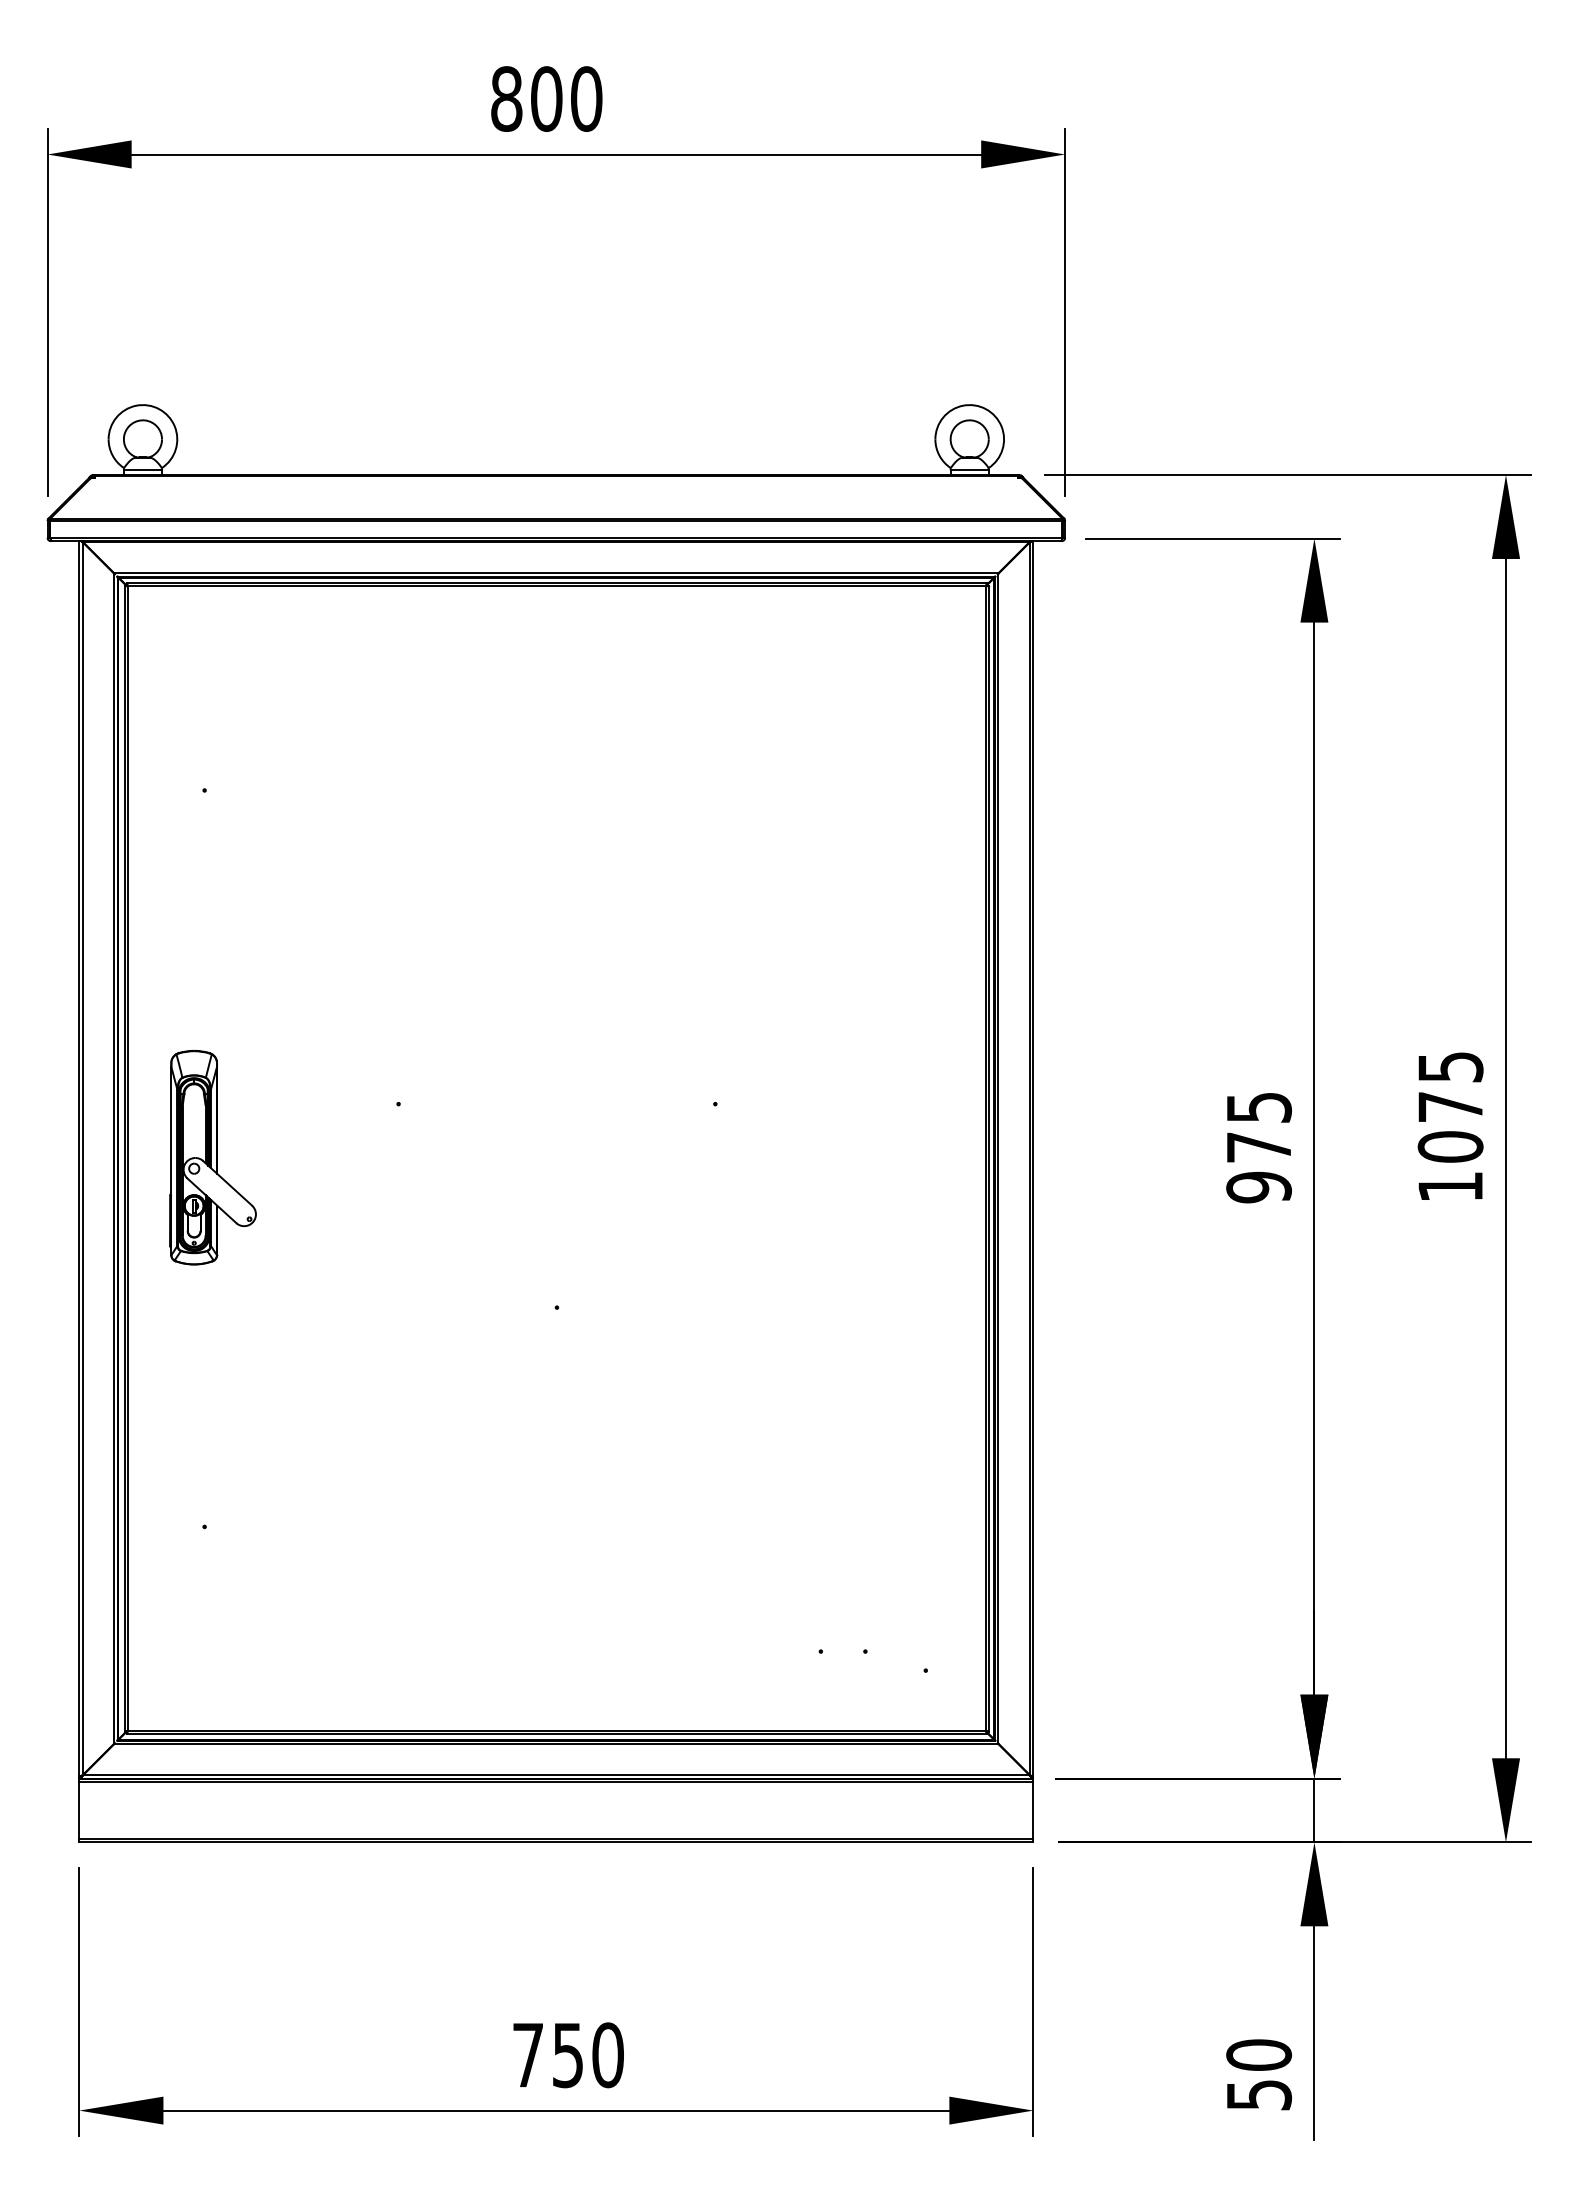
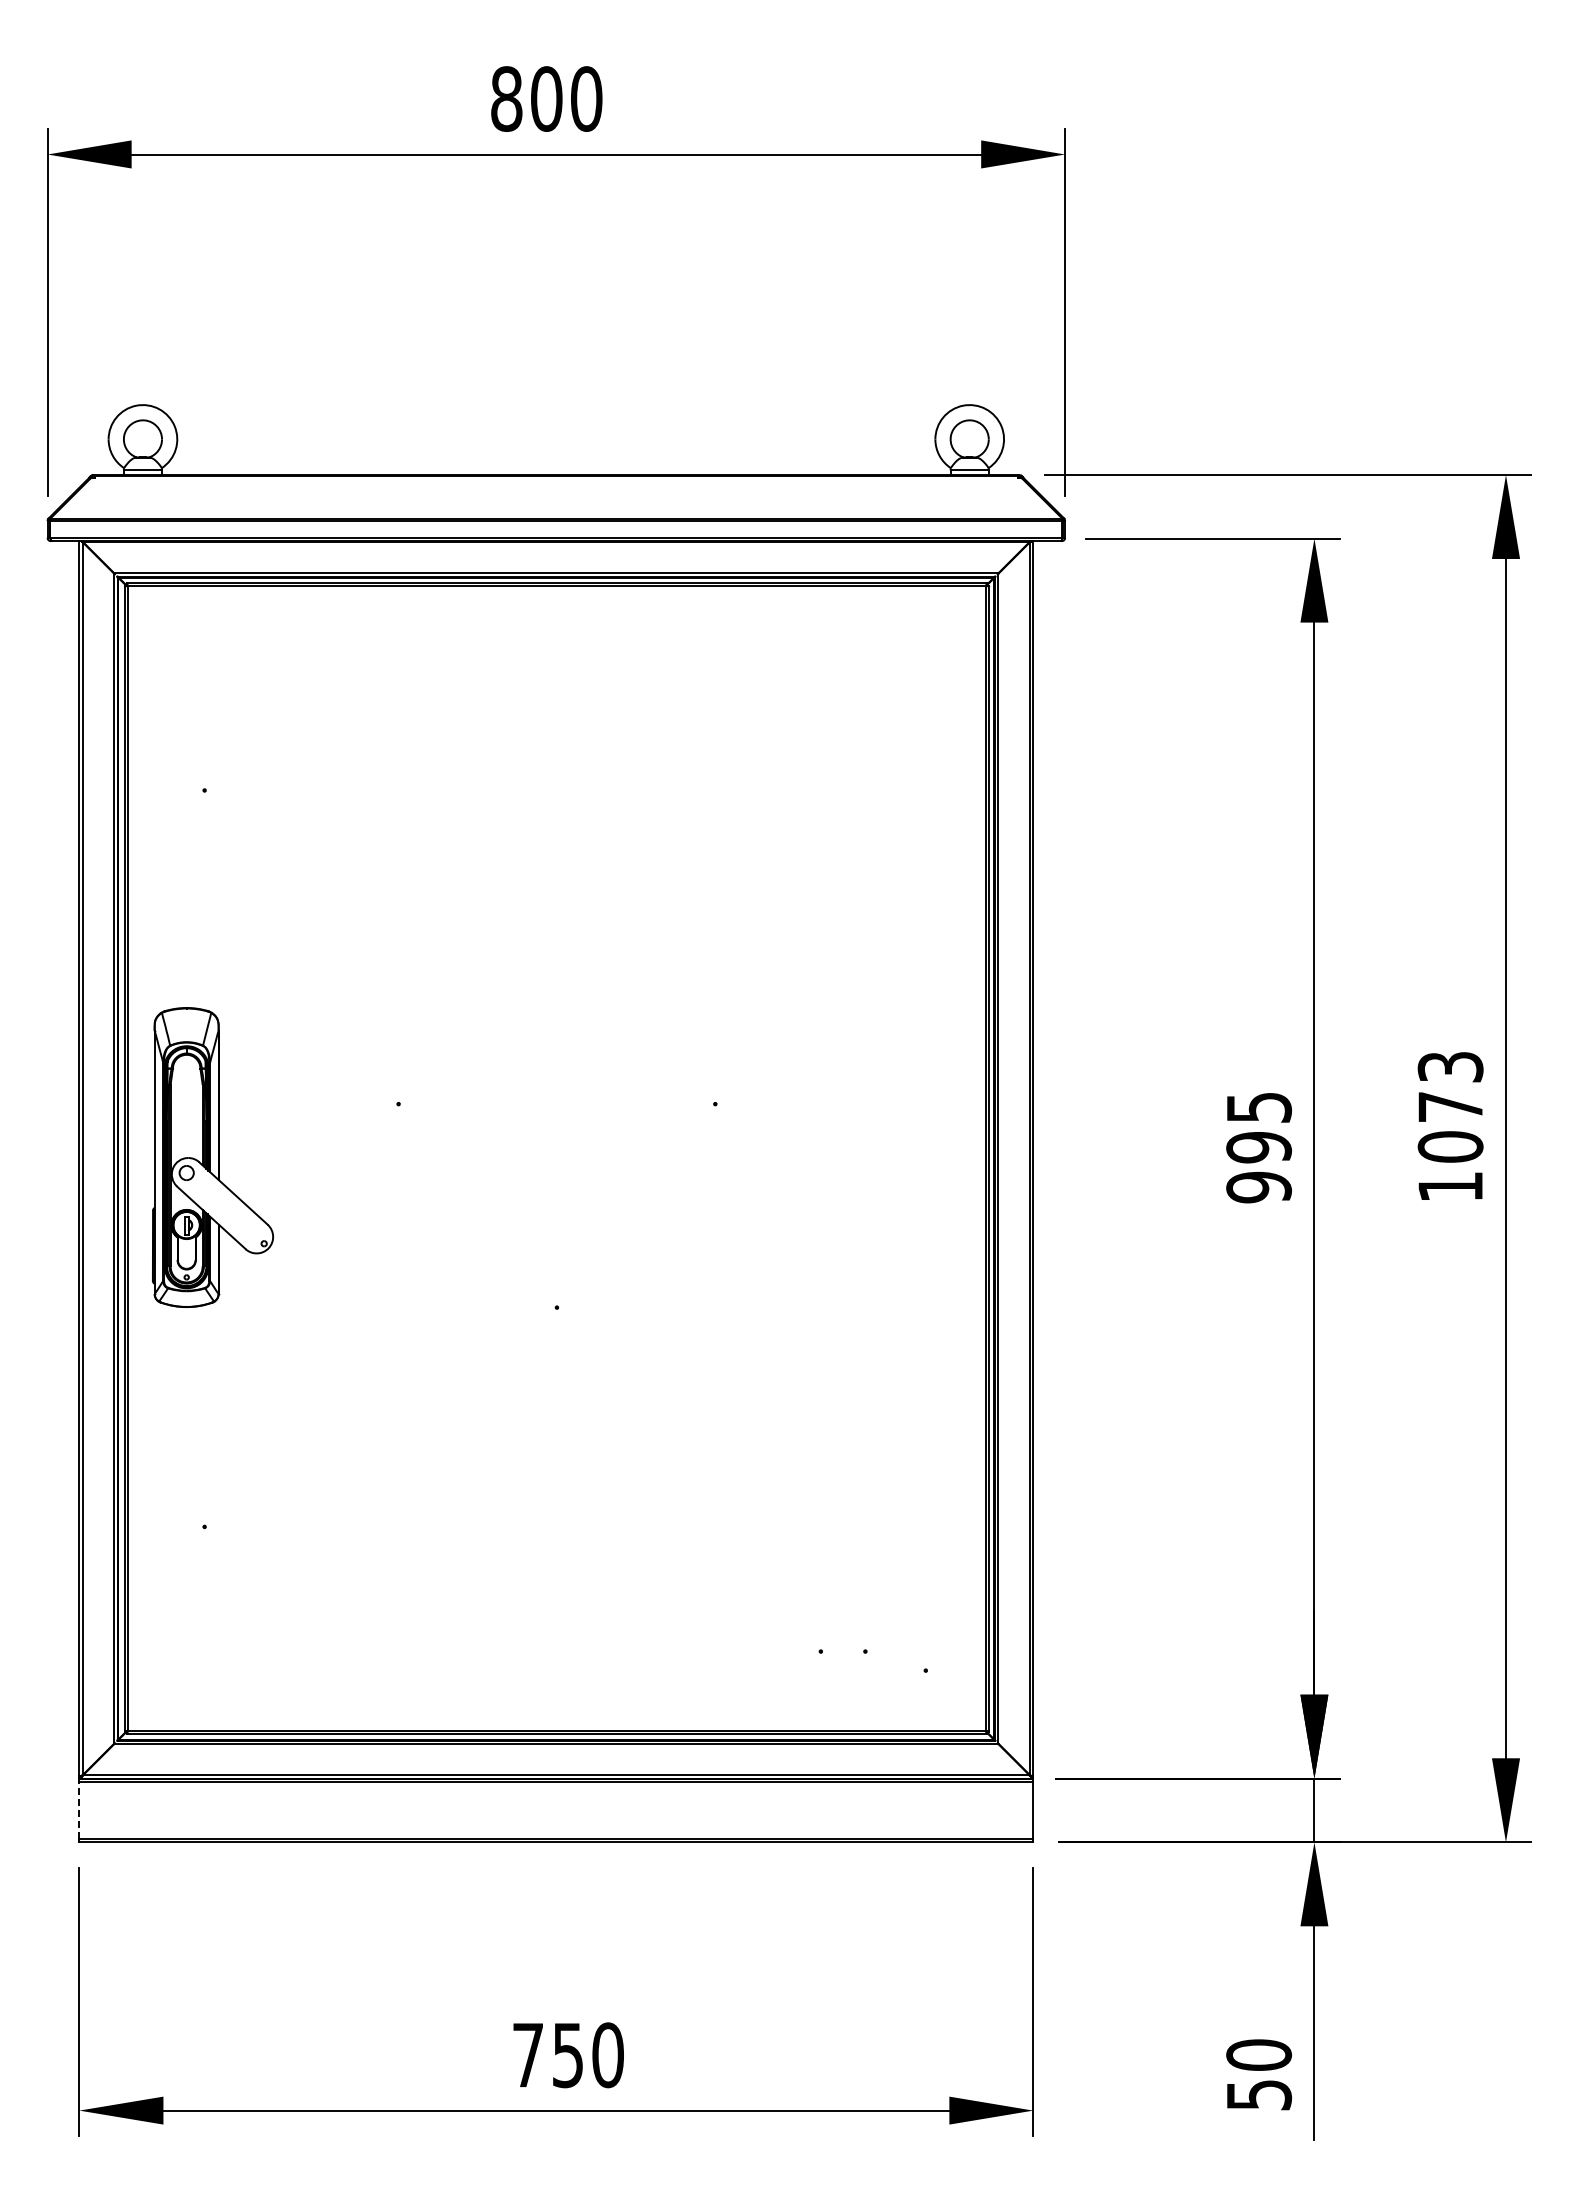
text at (1450, 1066): 1075 -> 1073
text at (1259, 1147): 975 -> 995
part at (212, 1157) size: 88x216 px -> 123x301 px
line at (79, 1810): solid -> dashed
